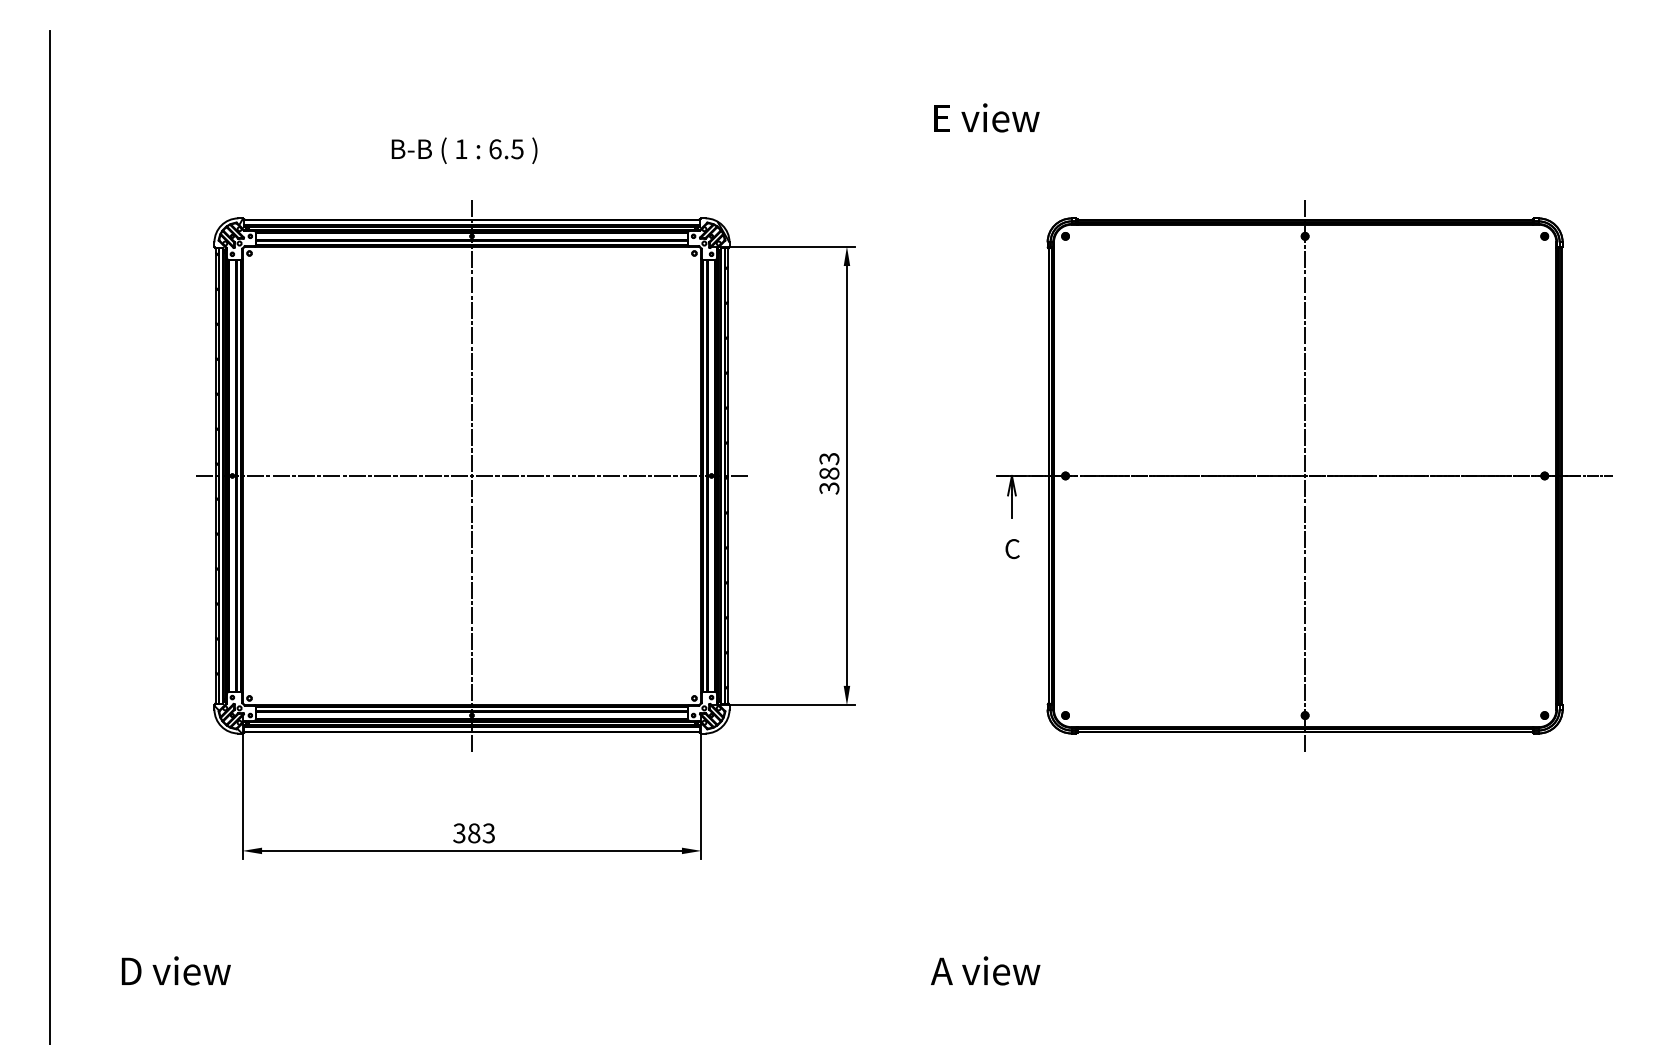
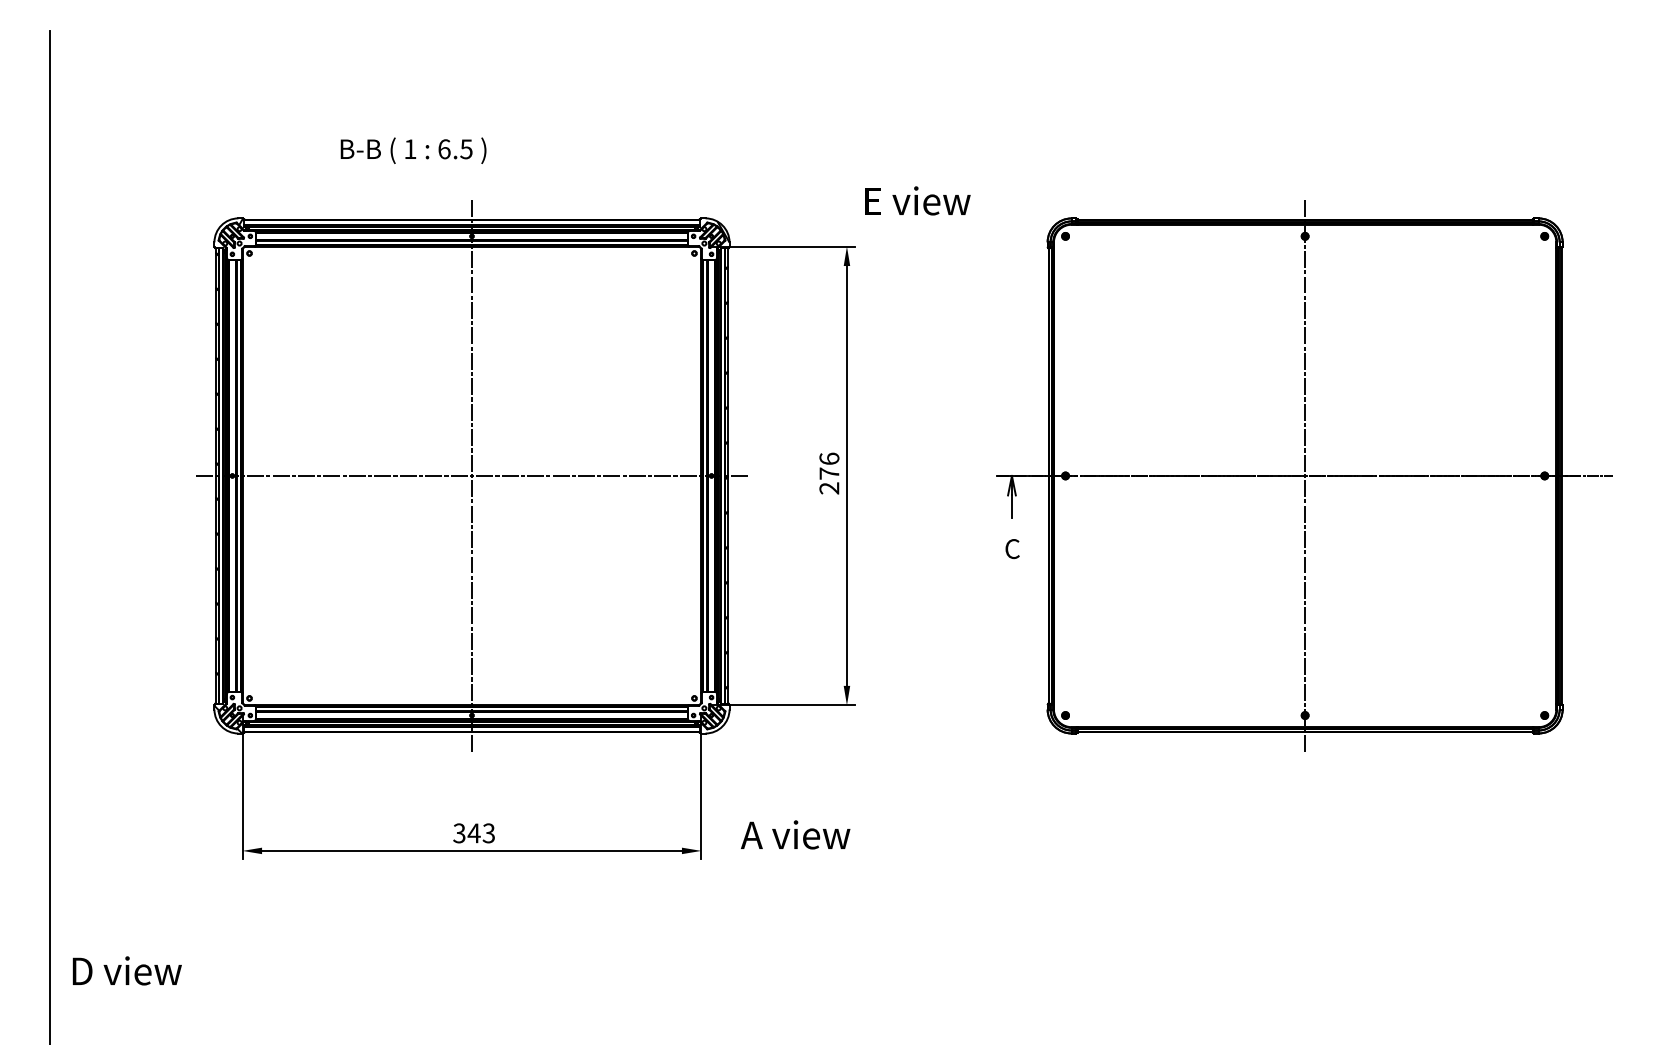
text at (986, 117) position: (986, 117) -> (917, 200)
text at (464, 150) position: (464, 150) -> (413, 150)
text at (829, 473): 383 -> 276
text at (473, 833): 383 -> 343
text at (175, 970) position: (175, 970) -> (126, 970)
text at (985, 970) position: (985, 970) -> (795, 834)
